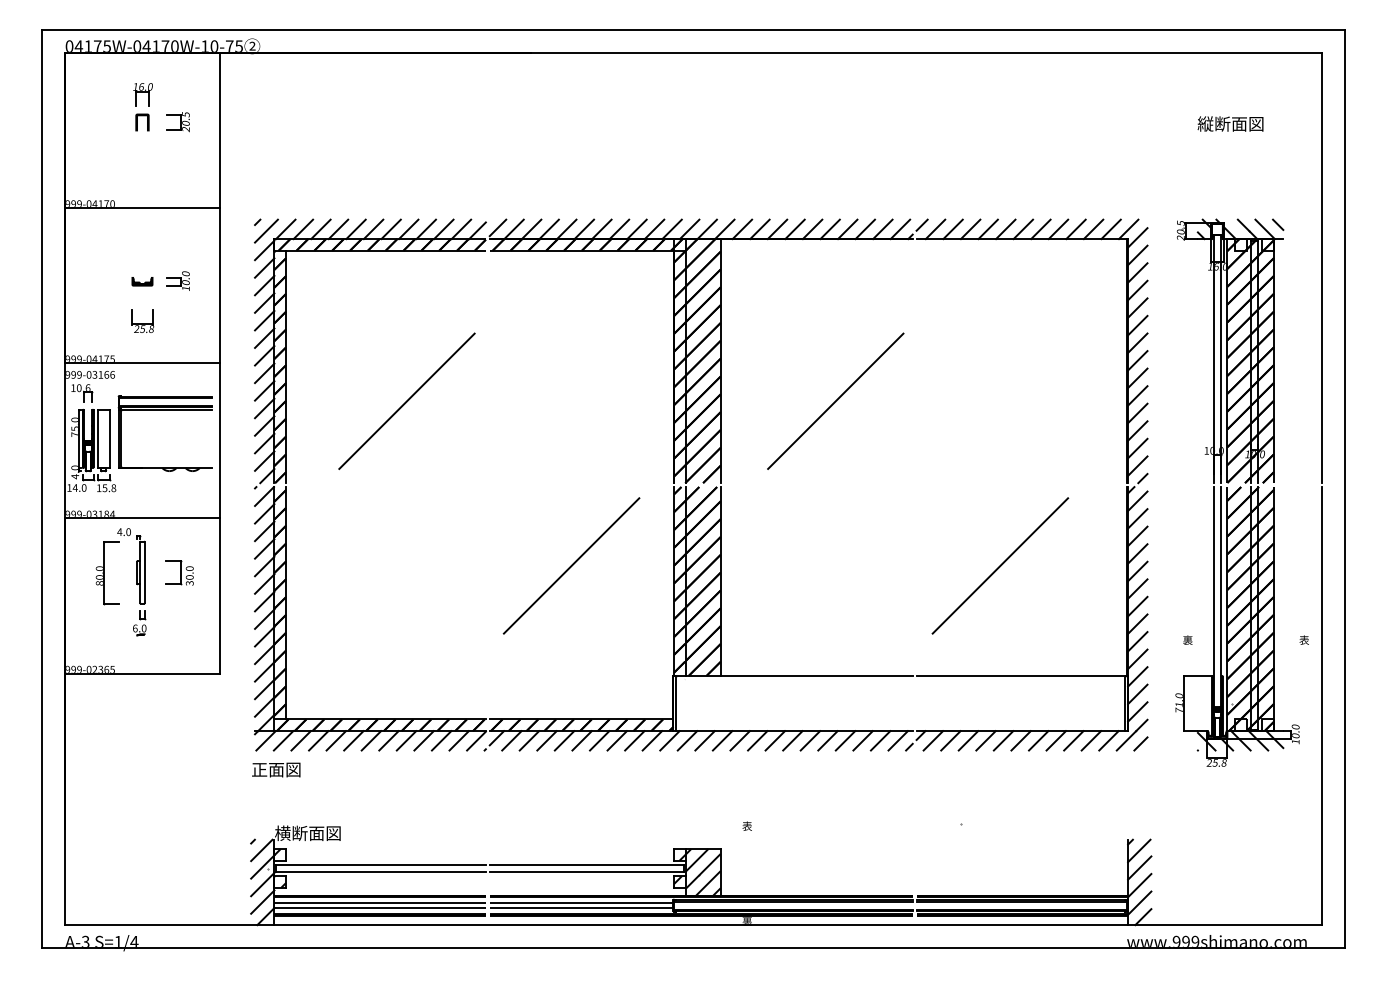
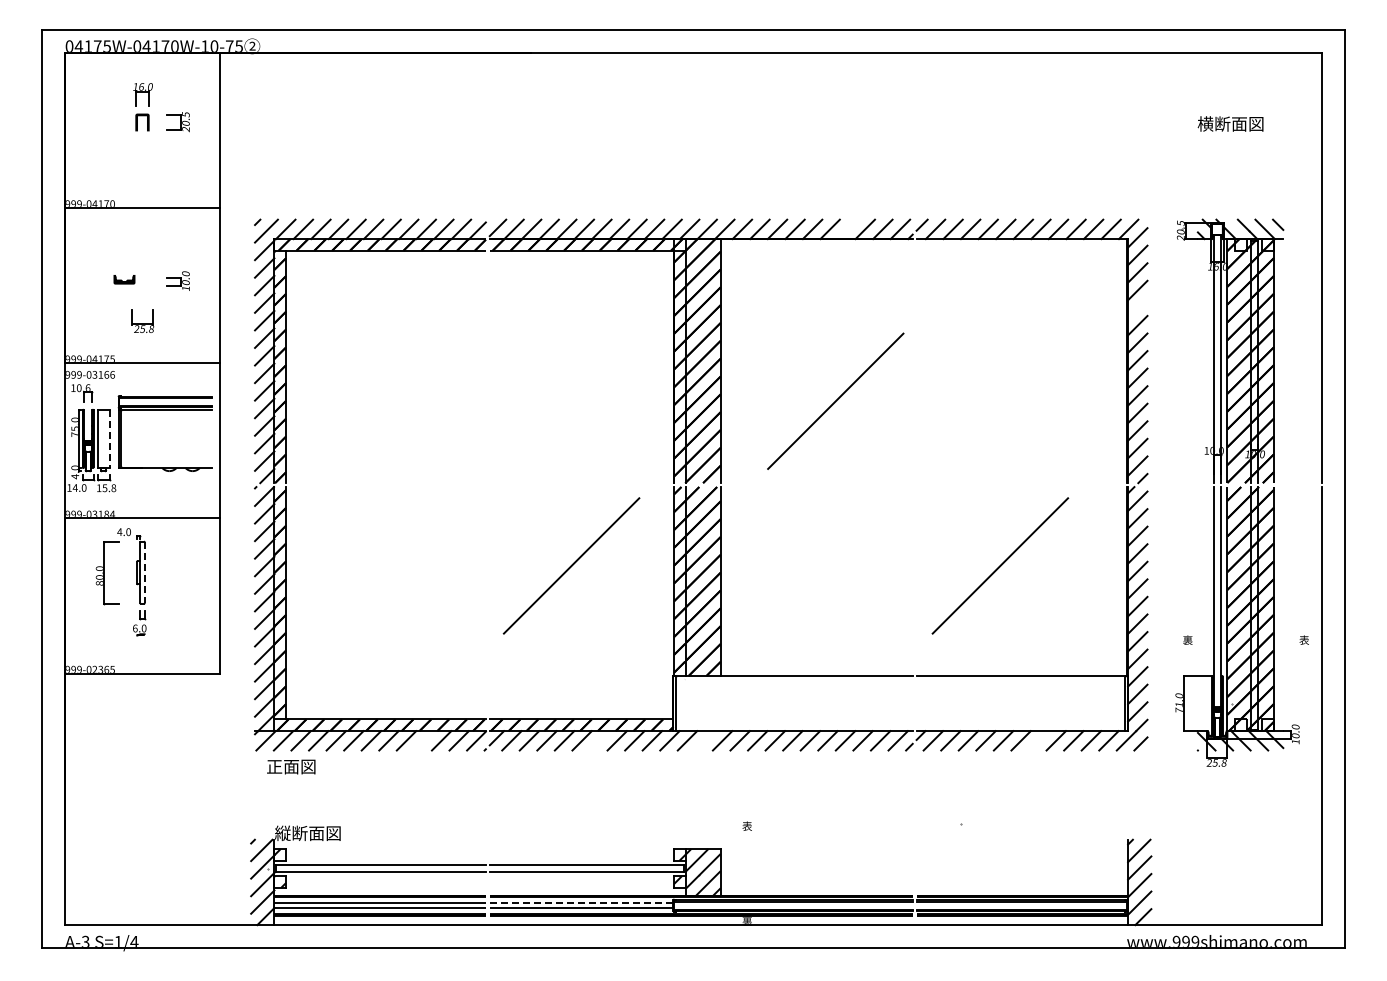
text at (1205, 123): 縦断面図 -> 横断面図
line at (847, 229): present -> none
part at (142, 281) position: (142, 281) -> (124, 279)
line at (1137, 307): present -> none
line at (406, 400): present -> none
line at (109, 439): solid -> dashed
part at (179, 572): present -> none
line at (144, 573): solid -> dashed
line at (423, 740): present -> none
line at (599, 740): present -> none
line at (704, 740): present -> none
line at (1038, 740): present -> none
text at (276, 769) position: (276, 769) -> (291, 766)
text at (282, 832): 横断面図 -> 縦断面図
line at (581, 902): solid -> dashed
